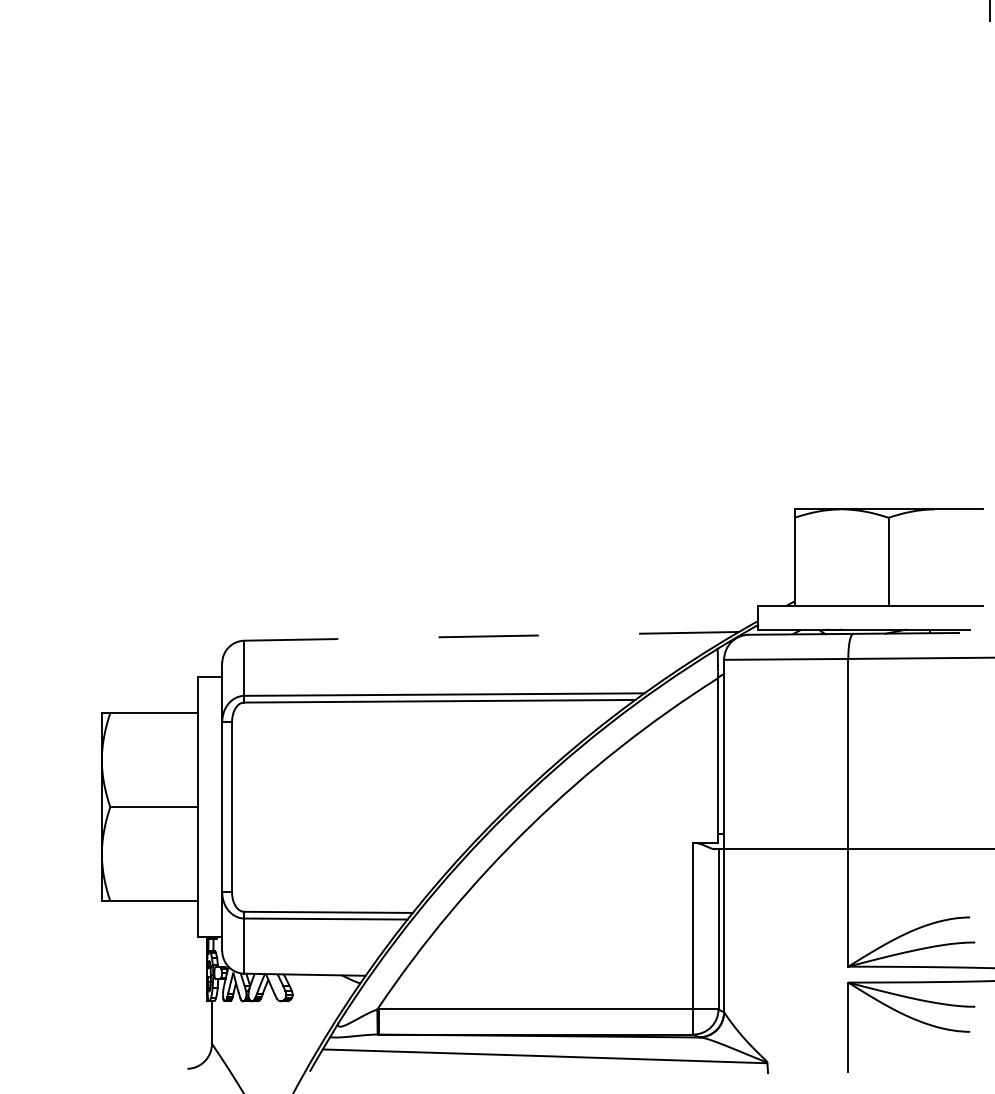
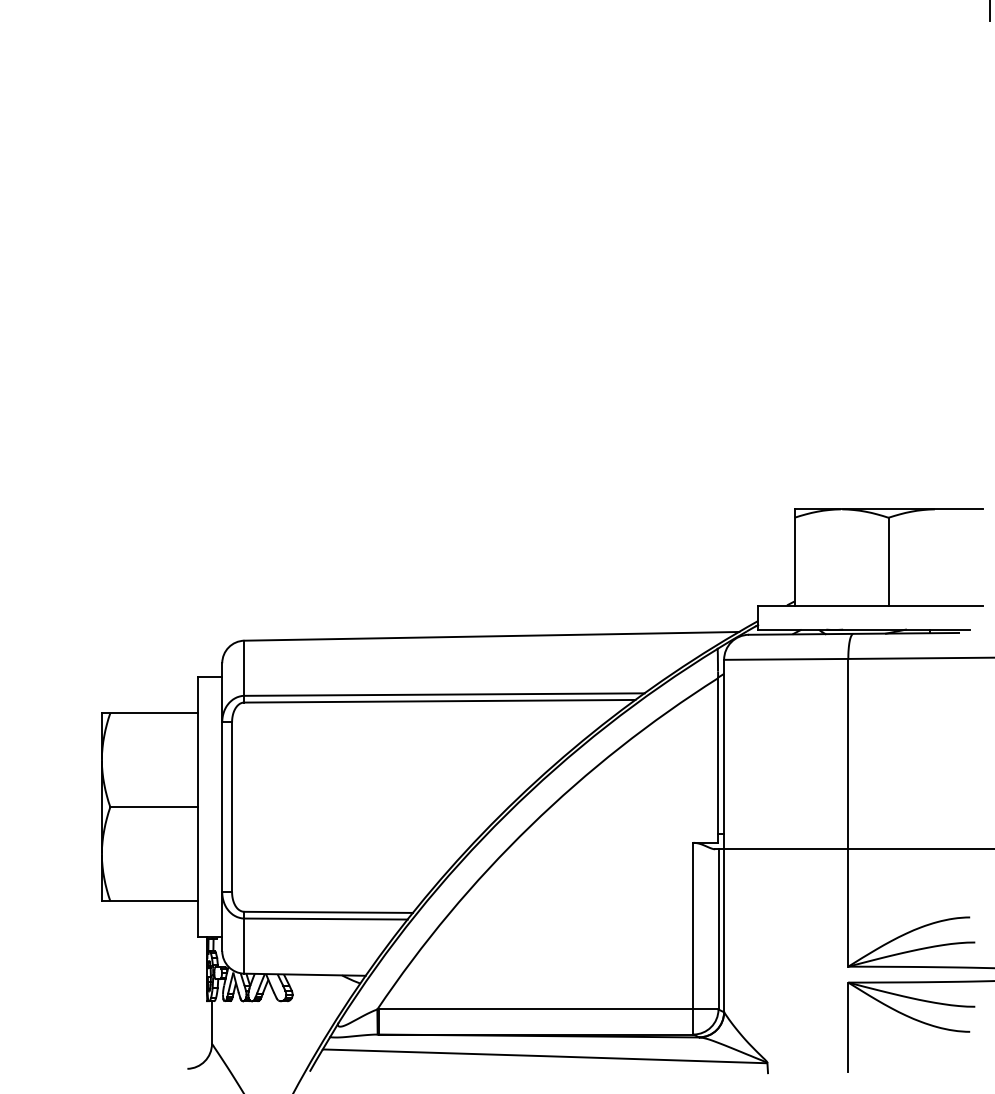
line at (491, 636): dashed -> solid
